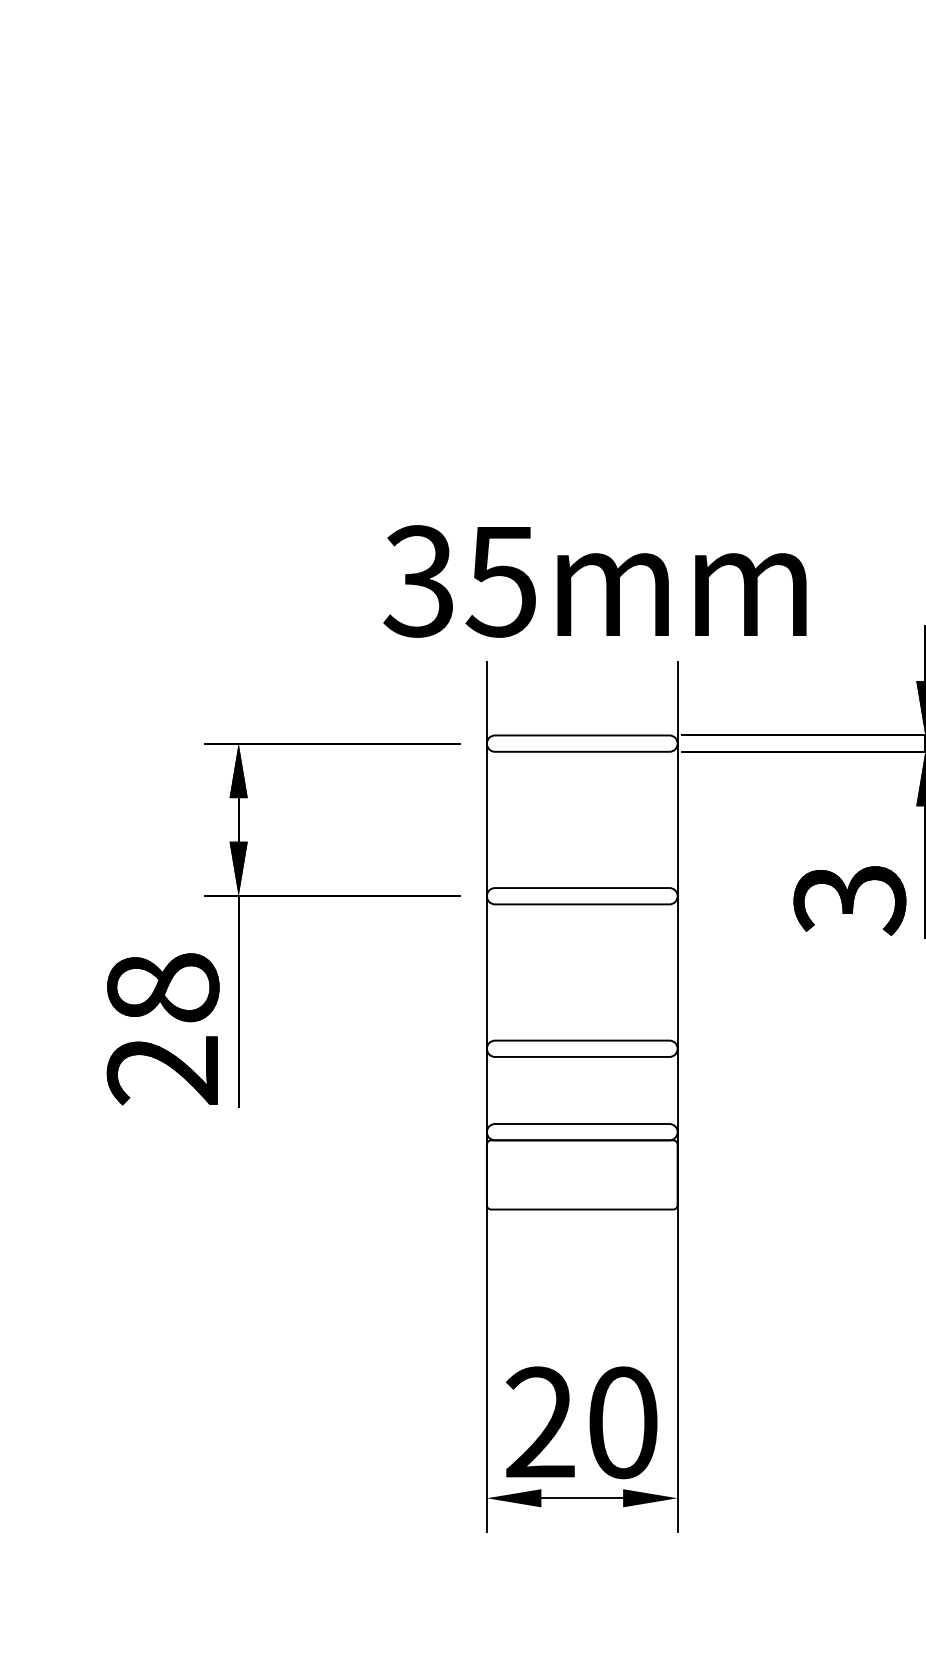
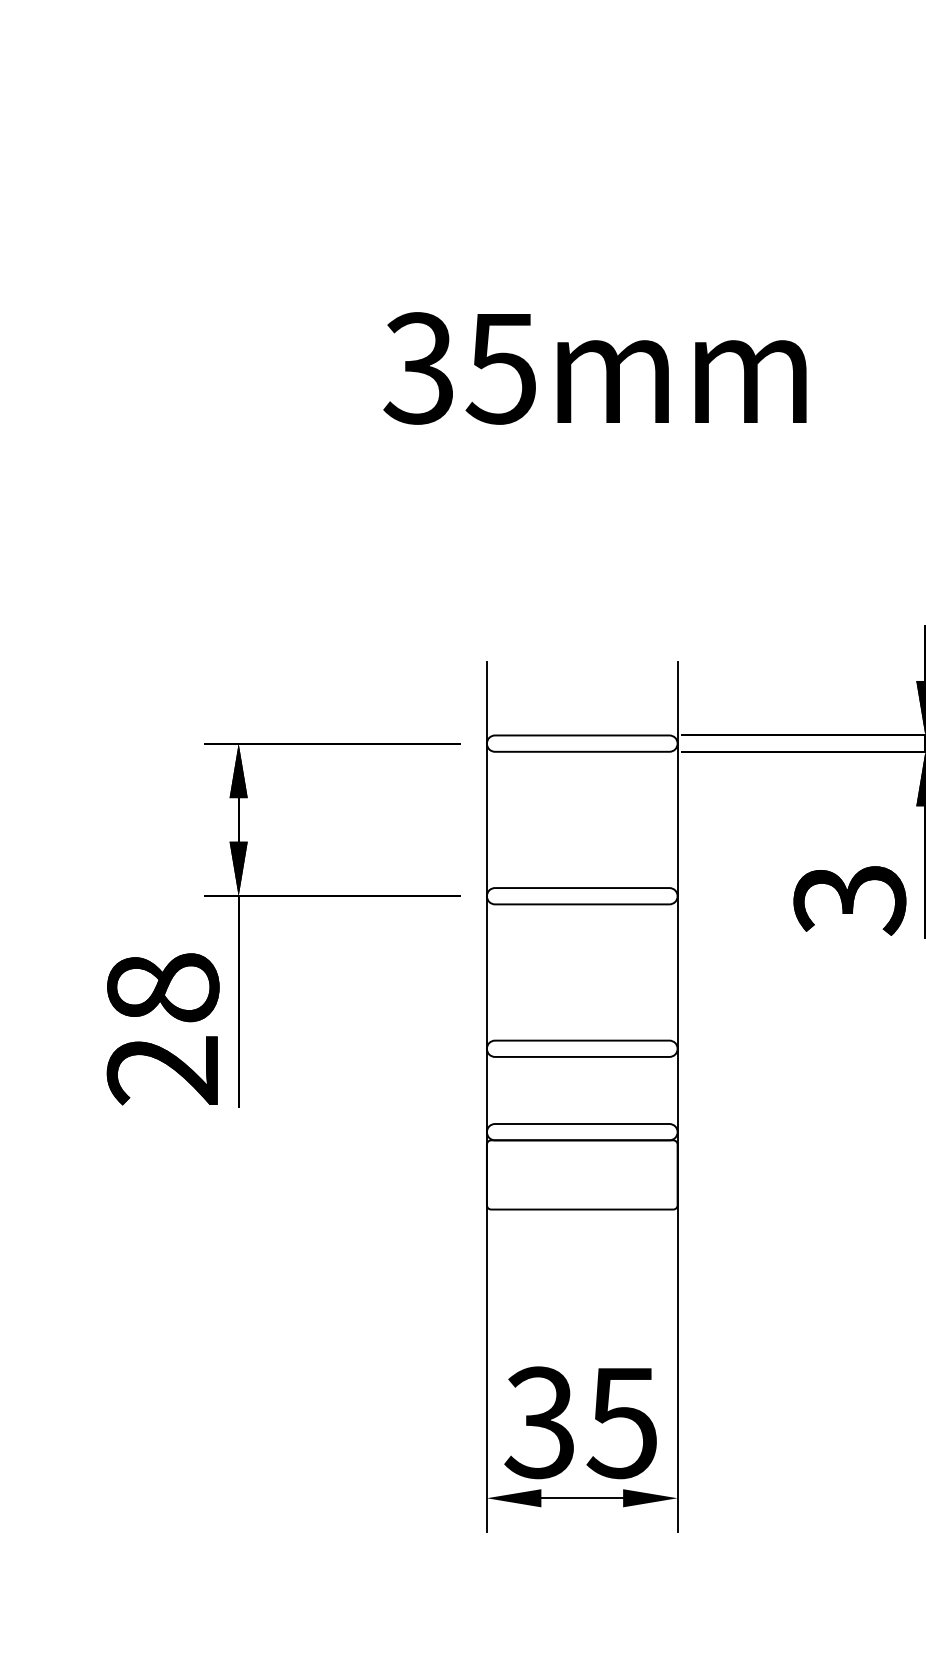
text at (594, 581) position: (594, 581) -> (594, 368)
text at (580, 1422): 20 -> 35
